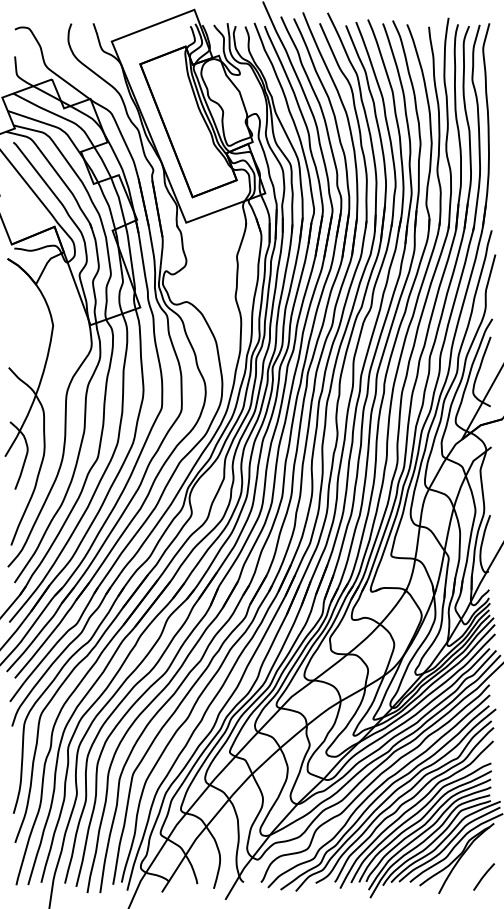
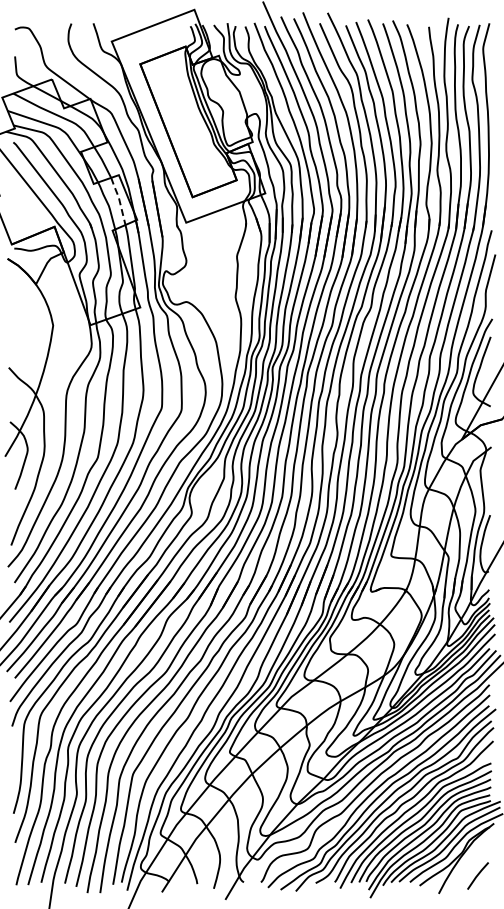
line at (119, 200): solid -> dashed
line at (483, 876) position: (483, 876) -> (477, 875)
